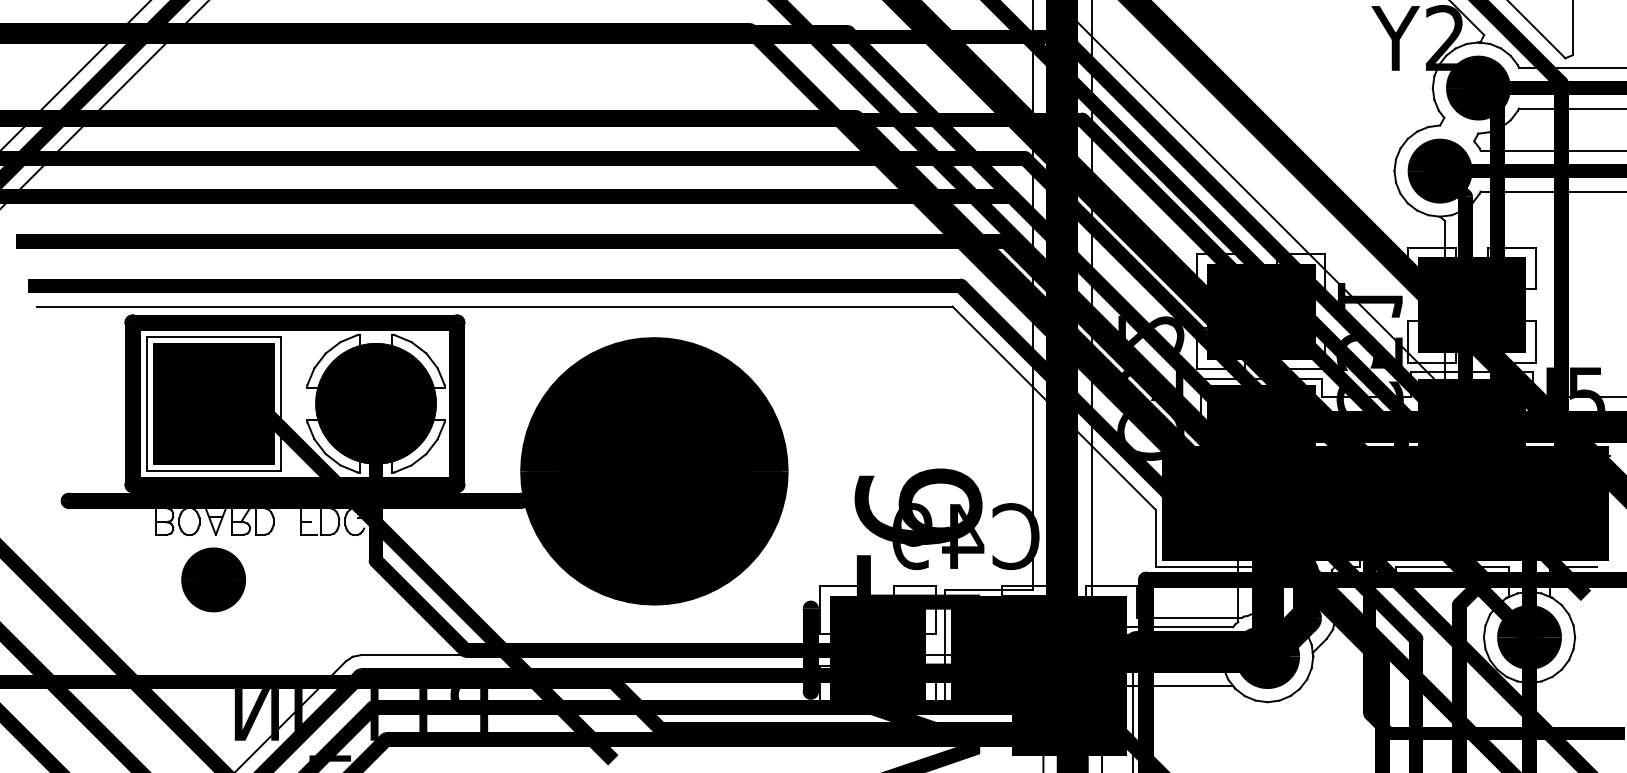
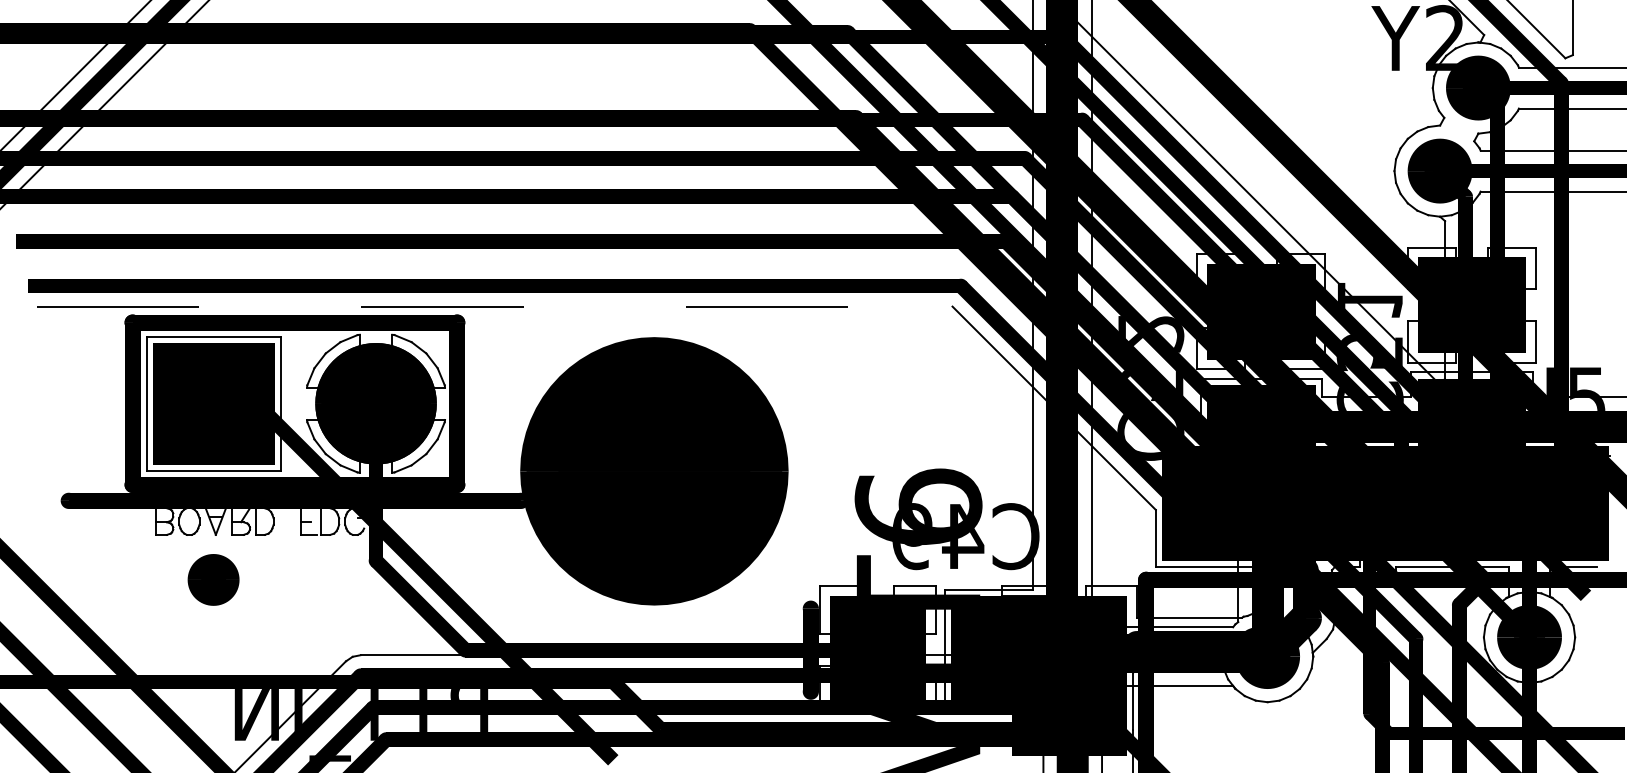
line at (494, 306): solid -> dashed
part at (213, 579) size: 65x66 px -> 53x52 px
